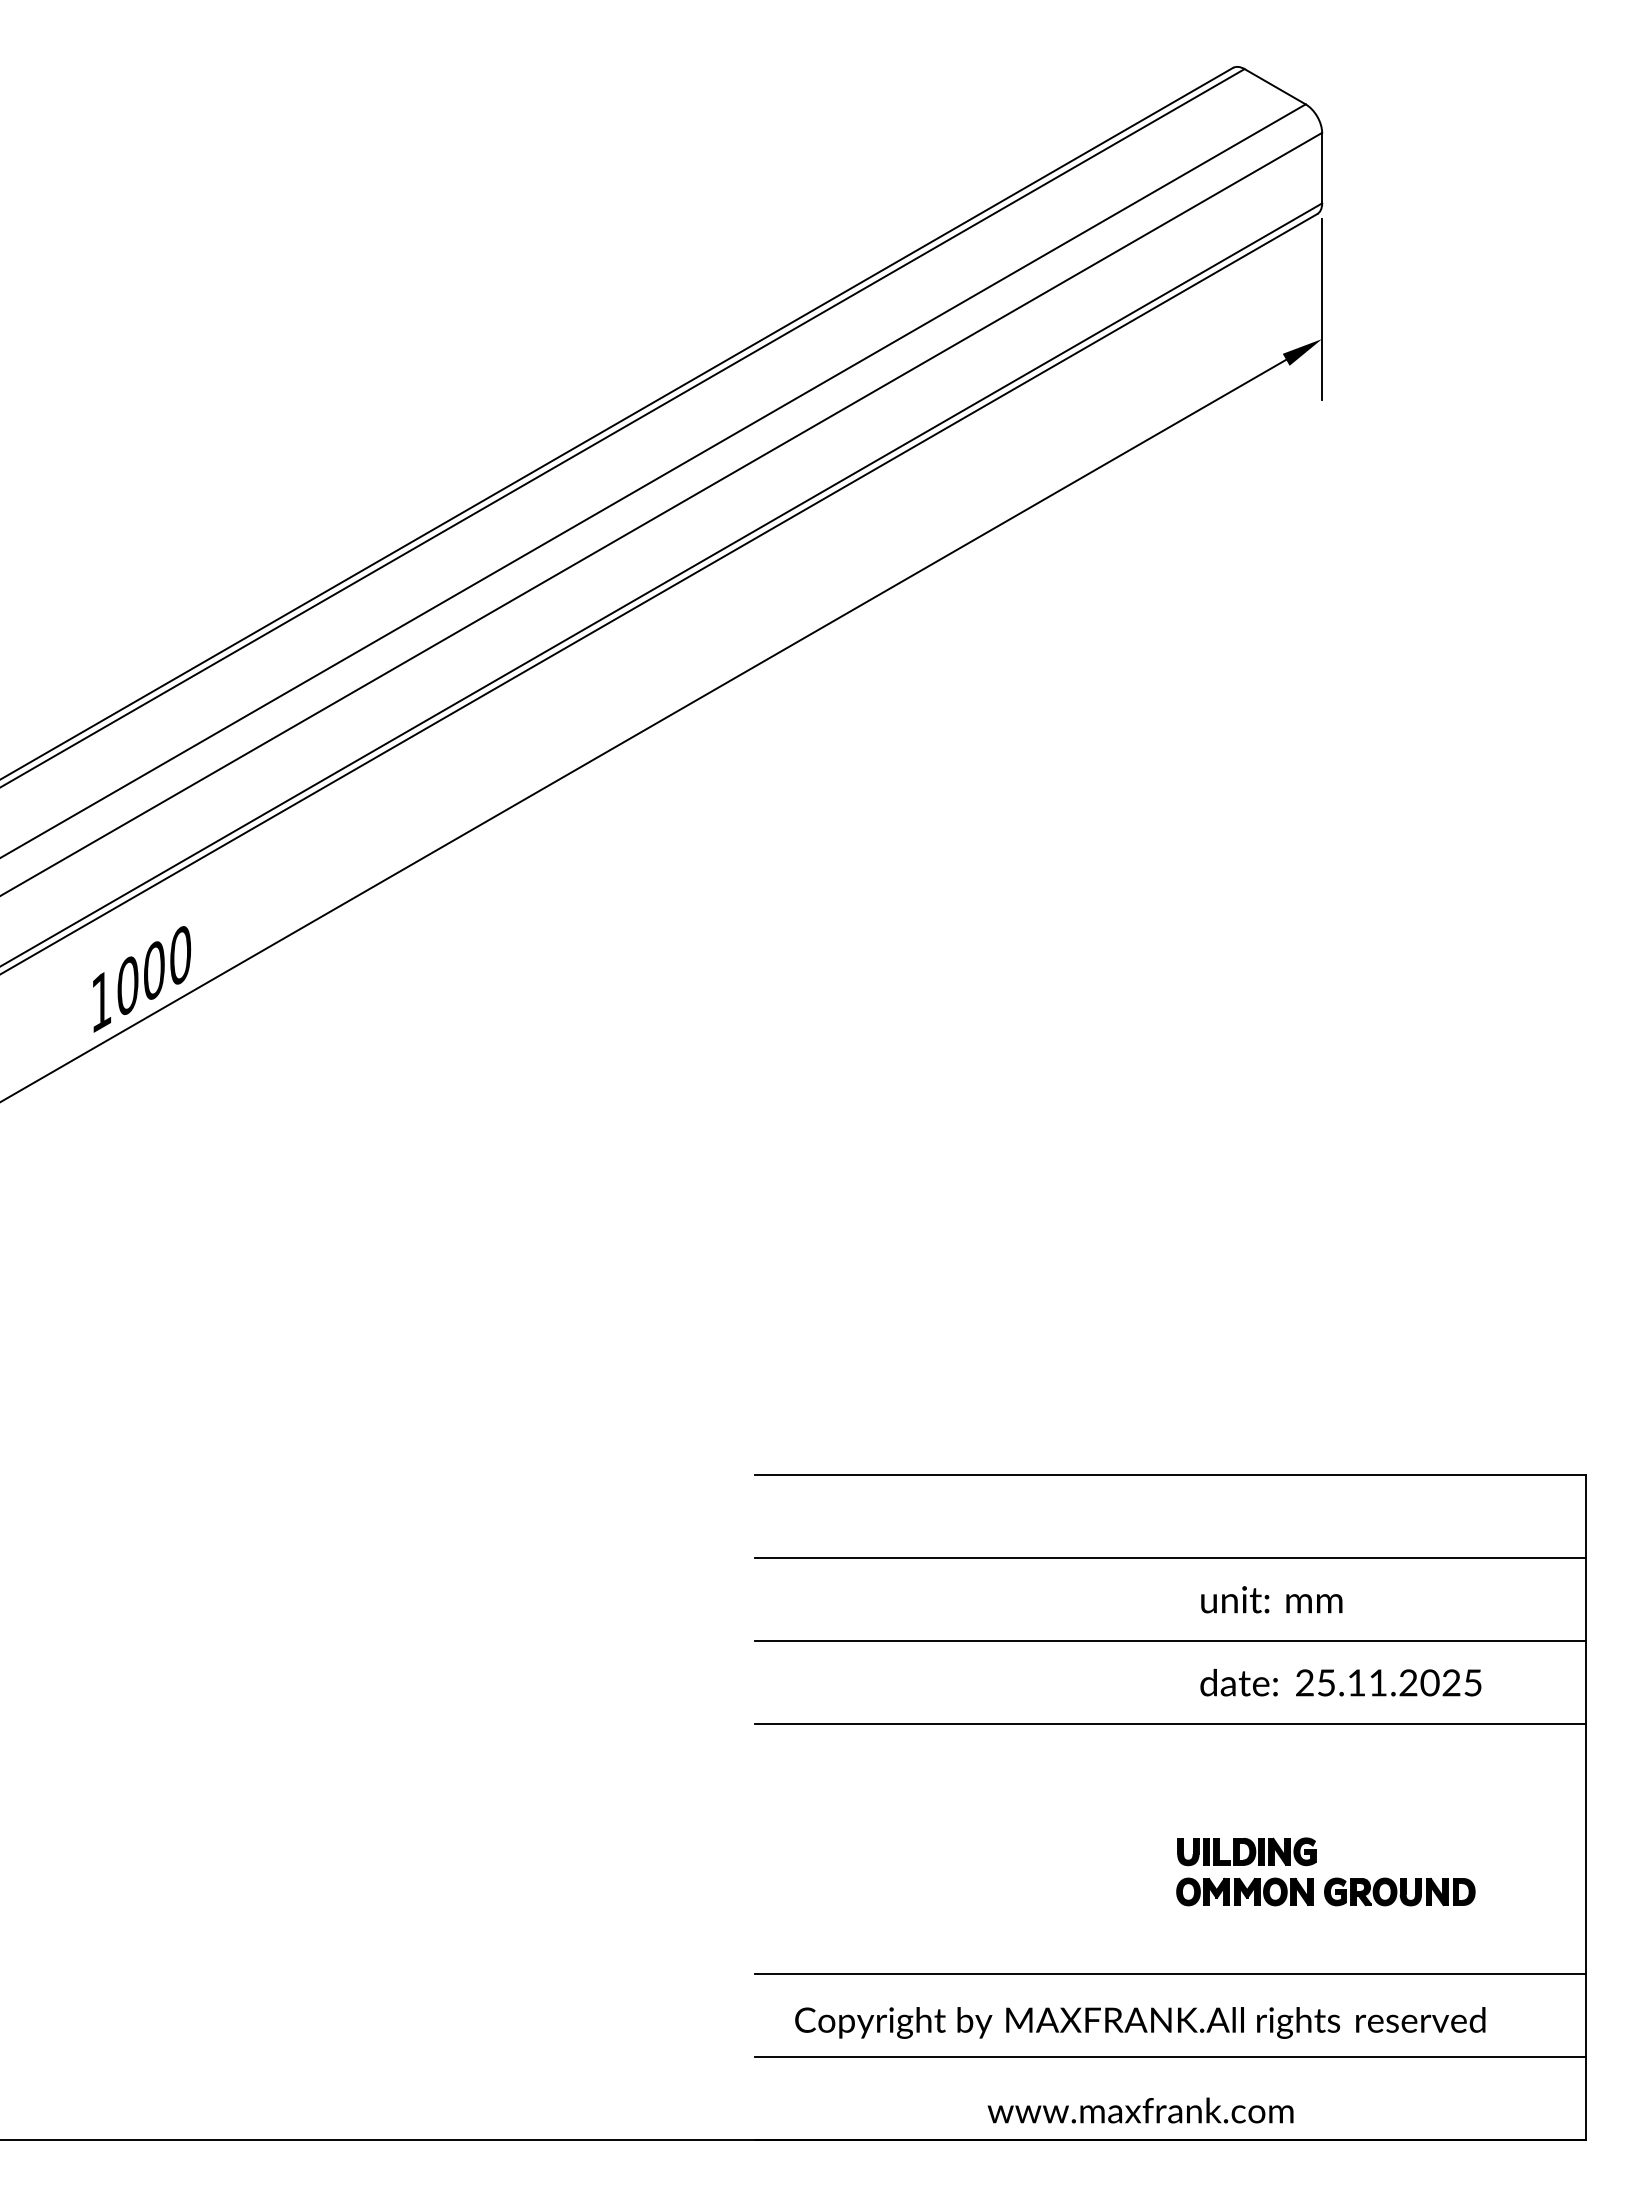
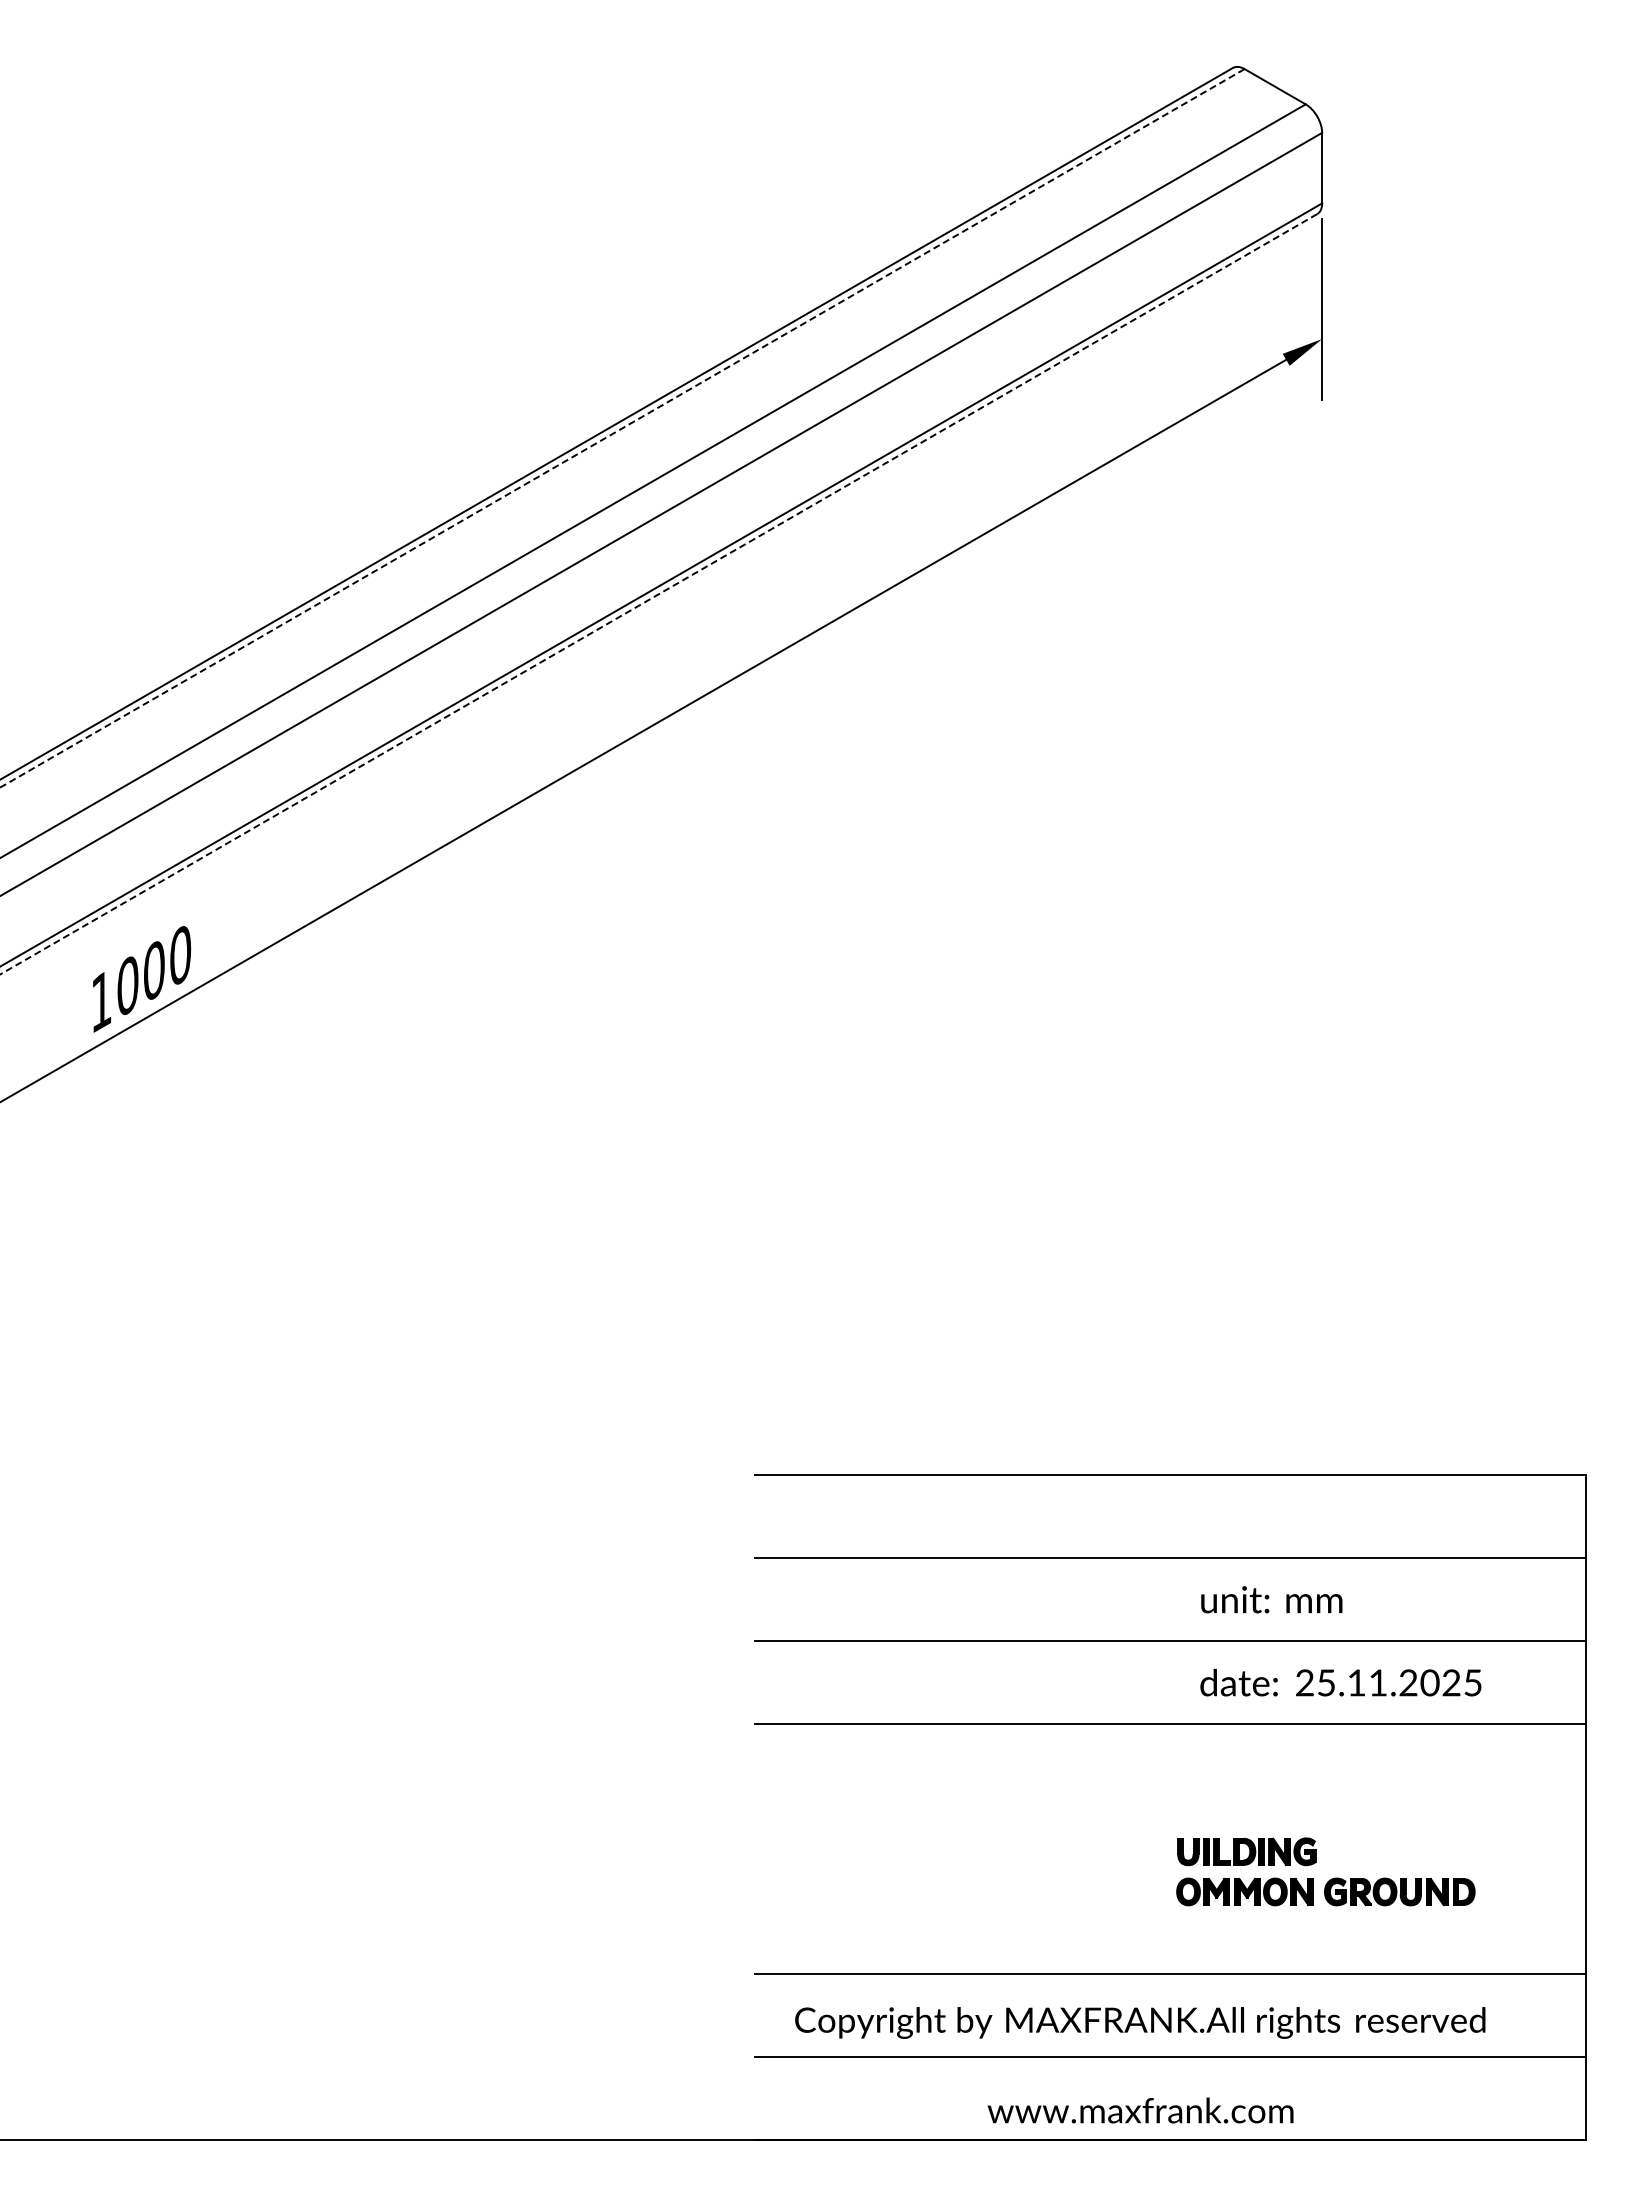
line at (623, 427): solid -> dashed
line at (659, 593): solid -> dashed
